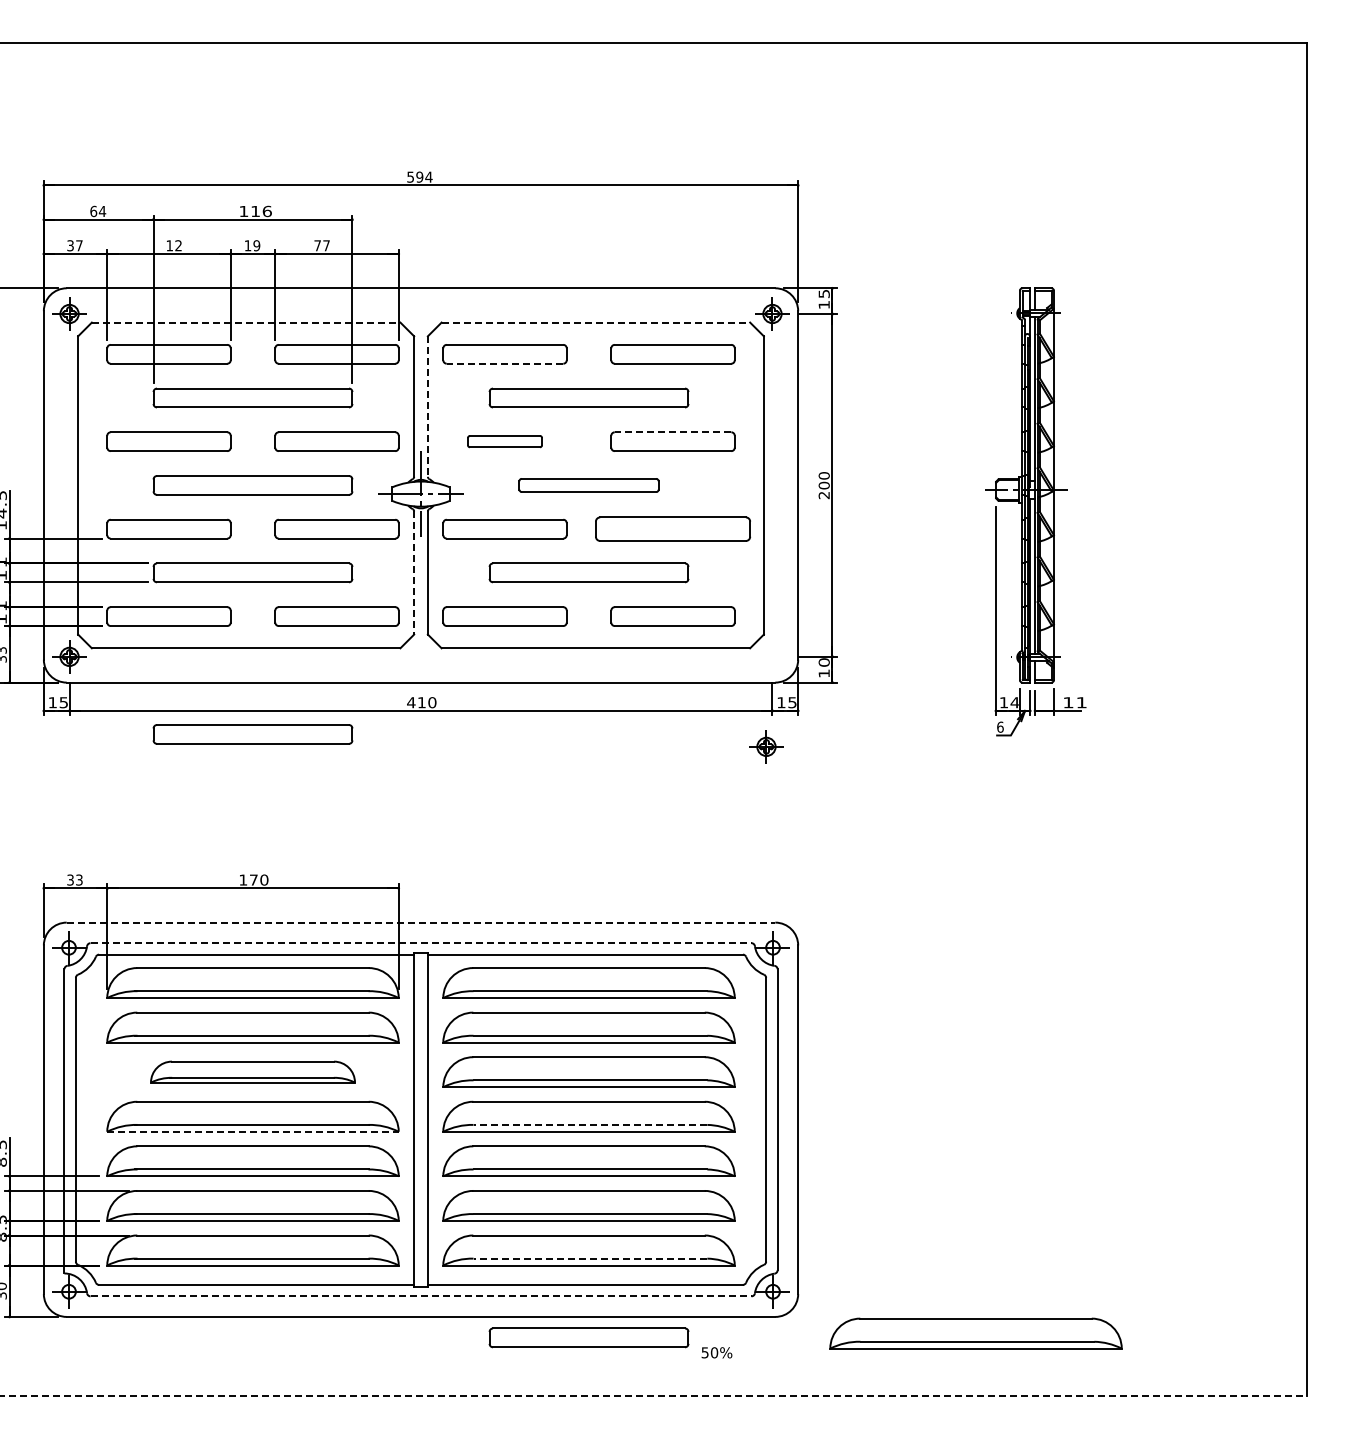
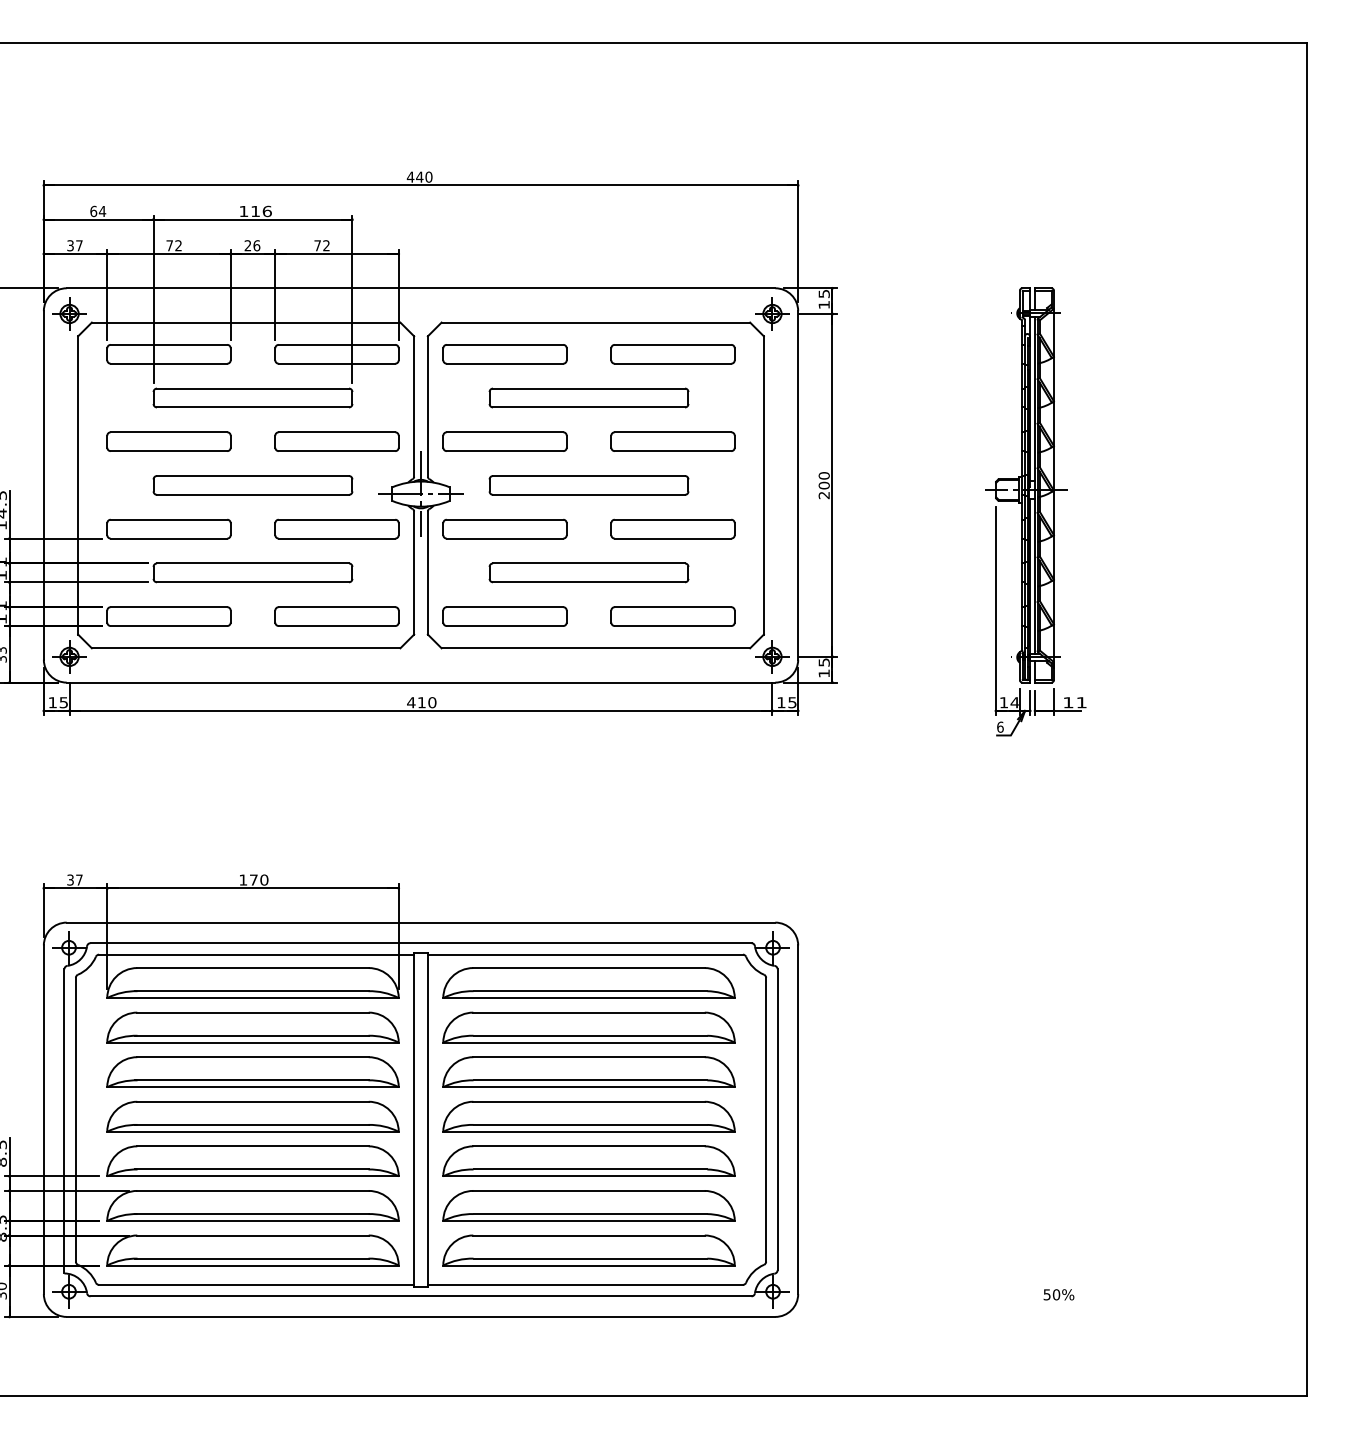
text at (419, 176): 594 -> 440
text at (169, 245): 12 -> 72
text at (252, 245): 19 -> 26
text at (326, 245): 77 -> 72
line at (246, 322): dashed -> solid
line at (596, 322): dashed -> solid
line at (504, 363): dashed -> solid
line at (427, 407): dashed -> solid
line at (672, 432): dashed -> solid
part at (504, 441) size: 76x14 px -> 126x21 px
part at (588, 485) size: 142x15 px -> 202x21 px
part at (672, 528) size: 156x26 px -> 126x22 px
line at (414, 573): dashed -> solid
text at (823, 662): 10 -> 15
part at (252, 734): present -> none
part at (766, 746) position: (766, 746) -> (772, 656)
text at (79, 879): 33 -> 37
line at (421, 922): dashed -> solid
line at (421, 943): dashed -> solid
part at (252, 1071) size: 206x24 px -> 294x32 px
line at (590, 1124): dashed -> solid
line at (253, 1131): dashed -> solid
line at (590, 1258): dashed -> solid
line at (421, 1296): dashed -> solid
part at (975, 1333): present -> none
part at (588, 1337): present -> none
text at (716, 1352) position: (716, 1352) -> (1058, 1294)
line at (654, 1395): dashed -> solid
